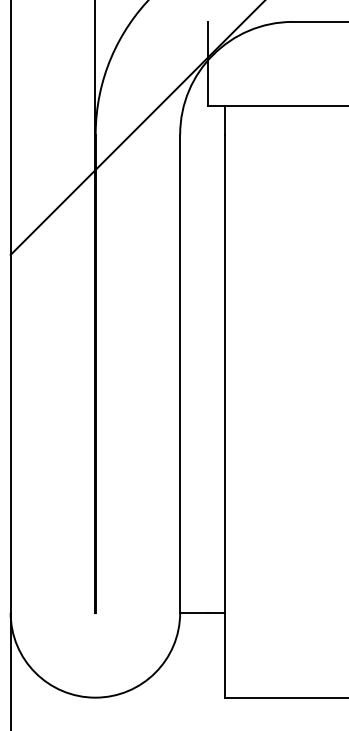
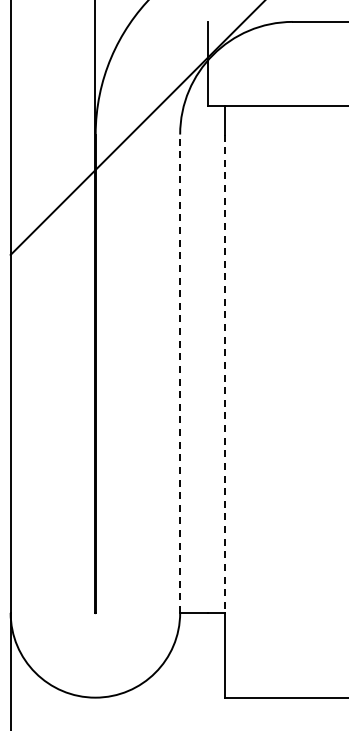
line at (180, 373): solid -> dashed
line at (224, 374): solid -> dashed
